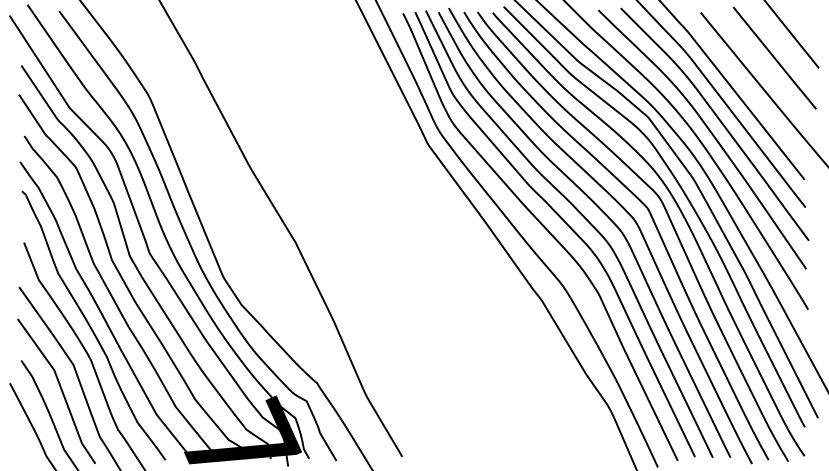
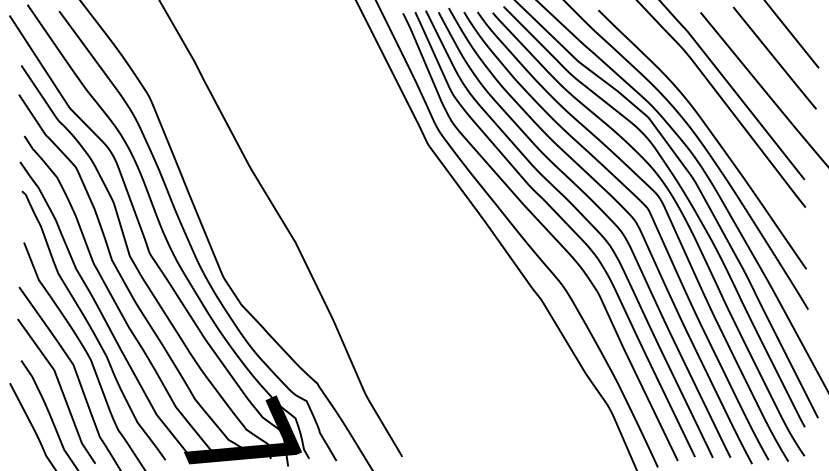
curve at (718, 120): present -> none
